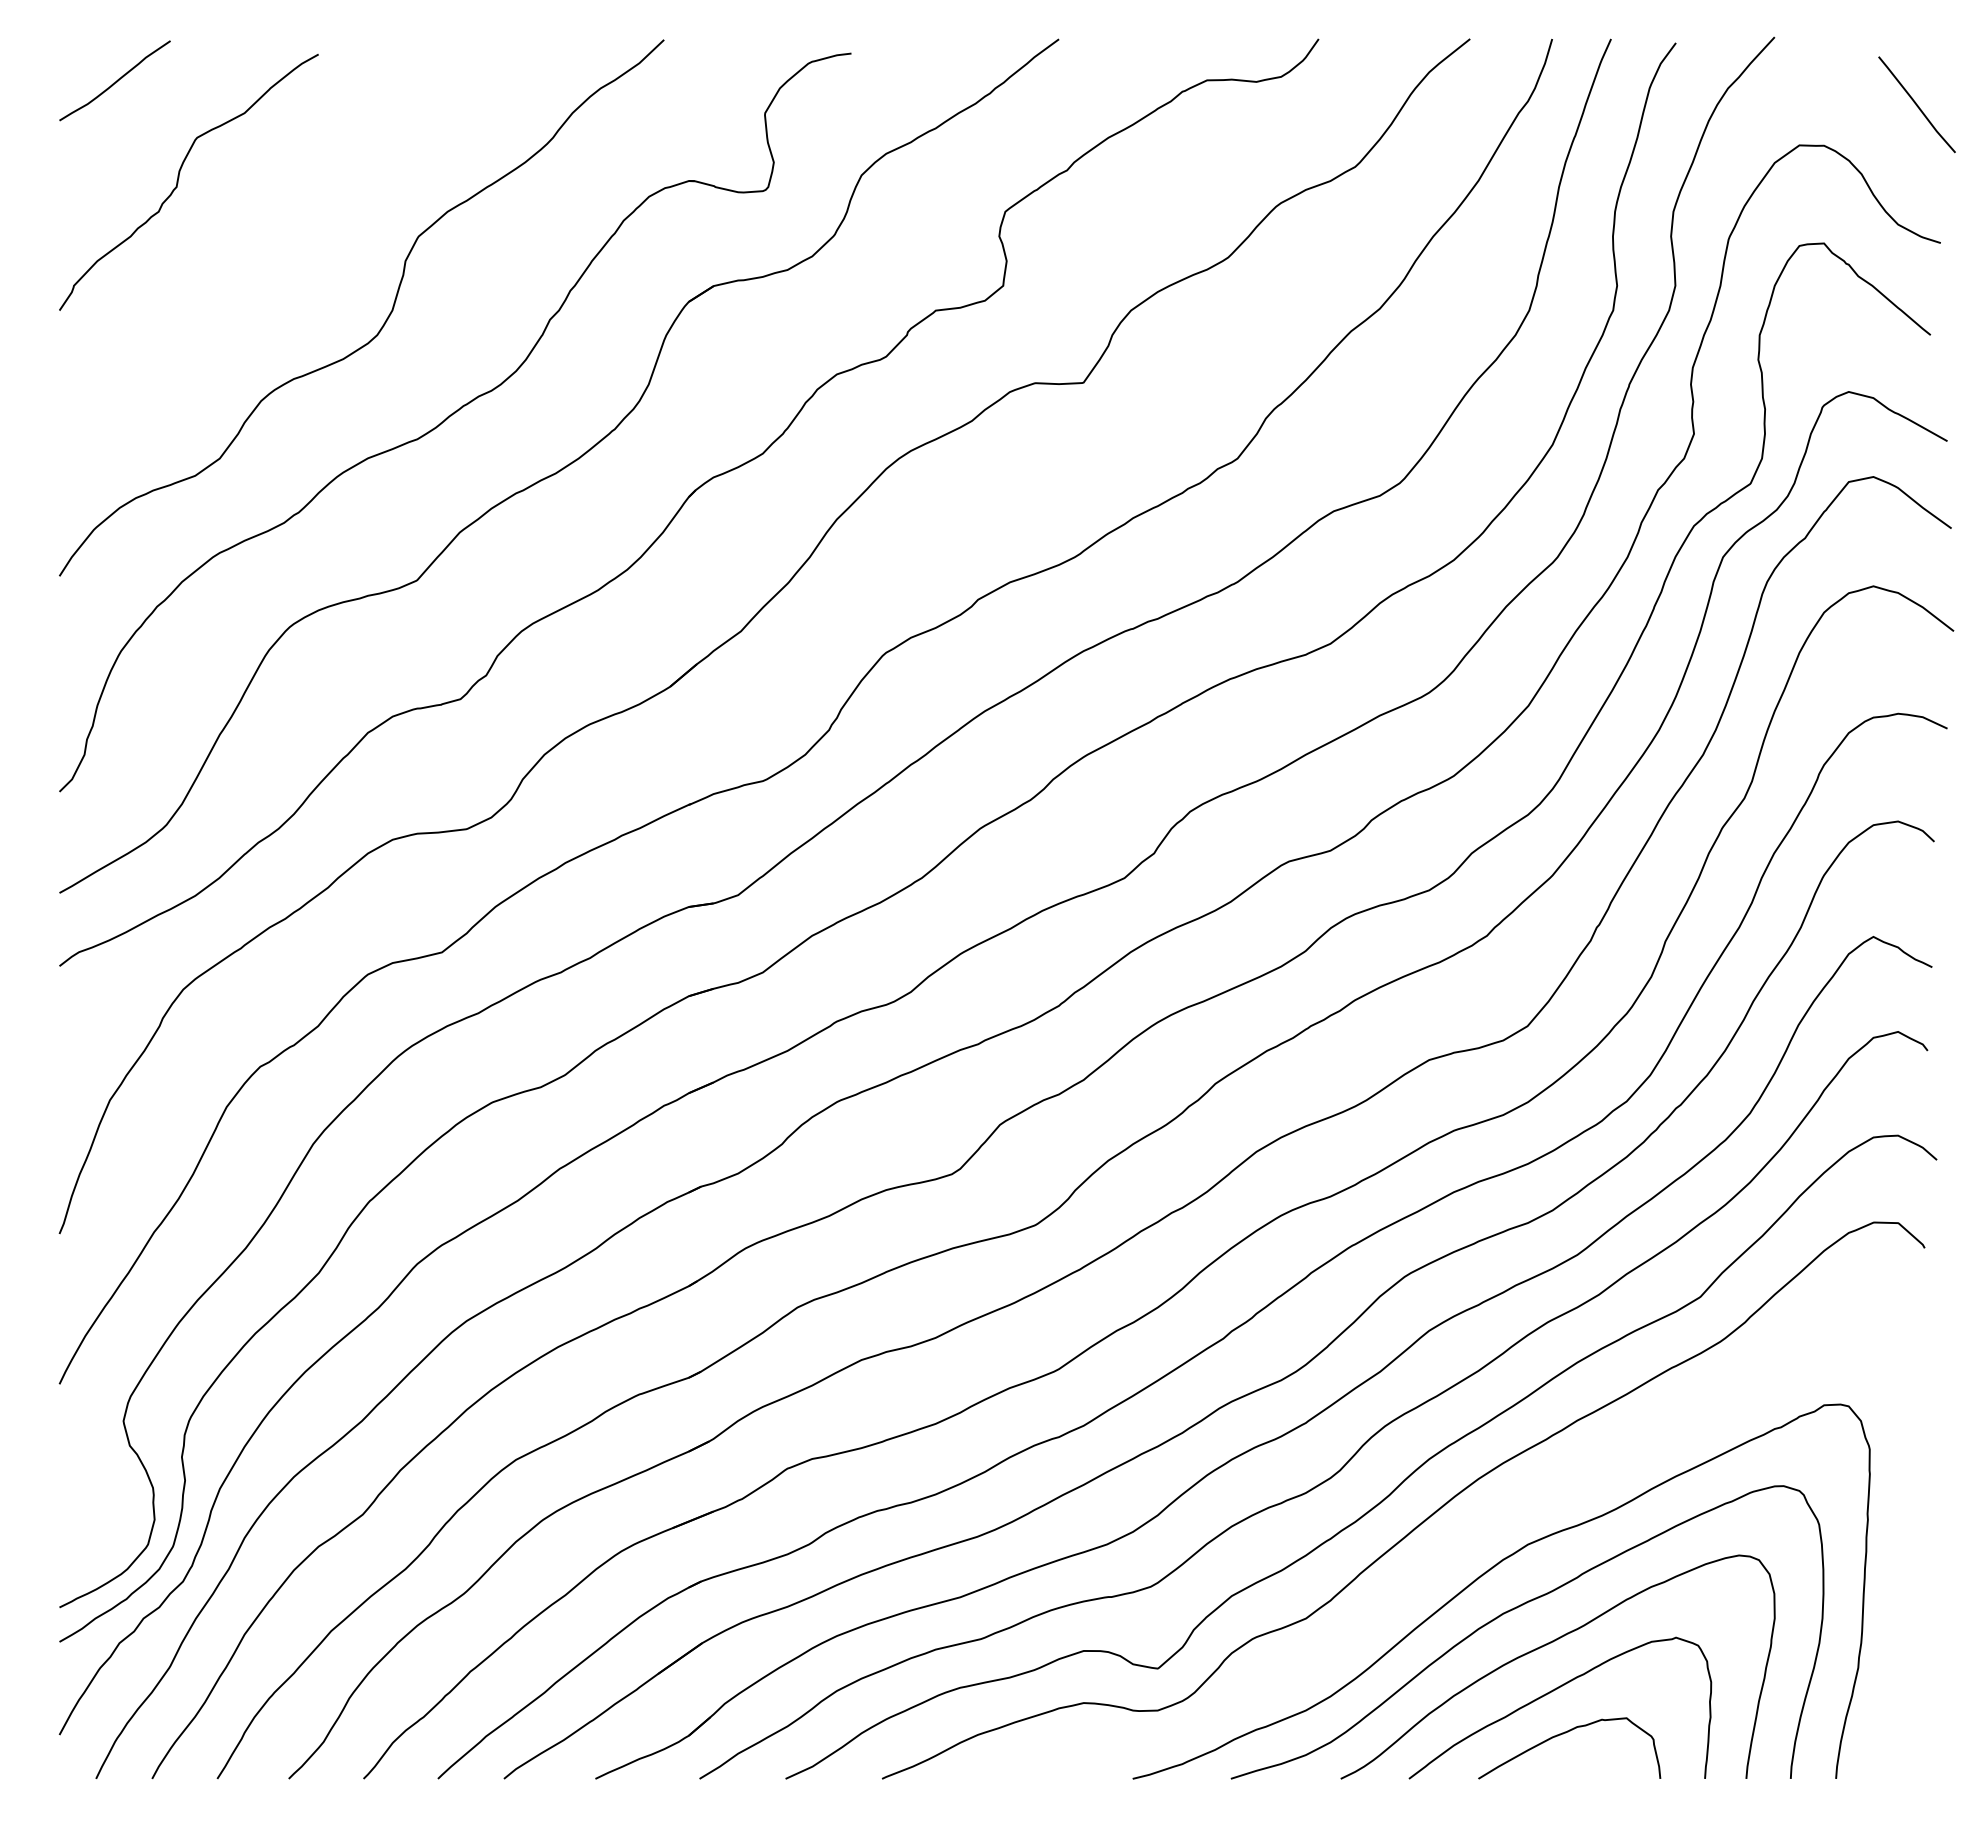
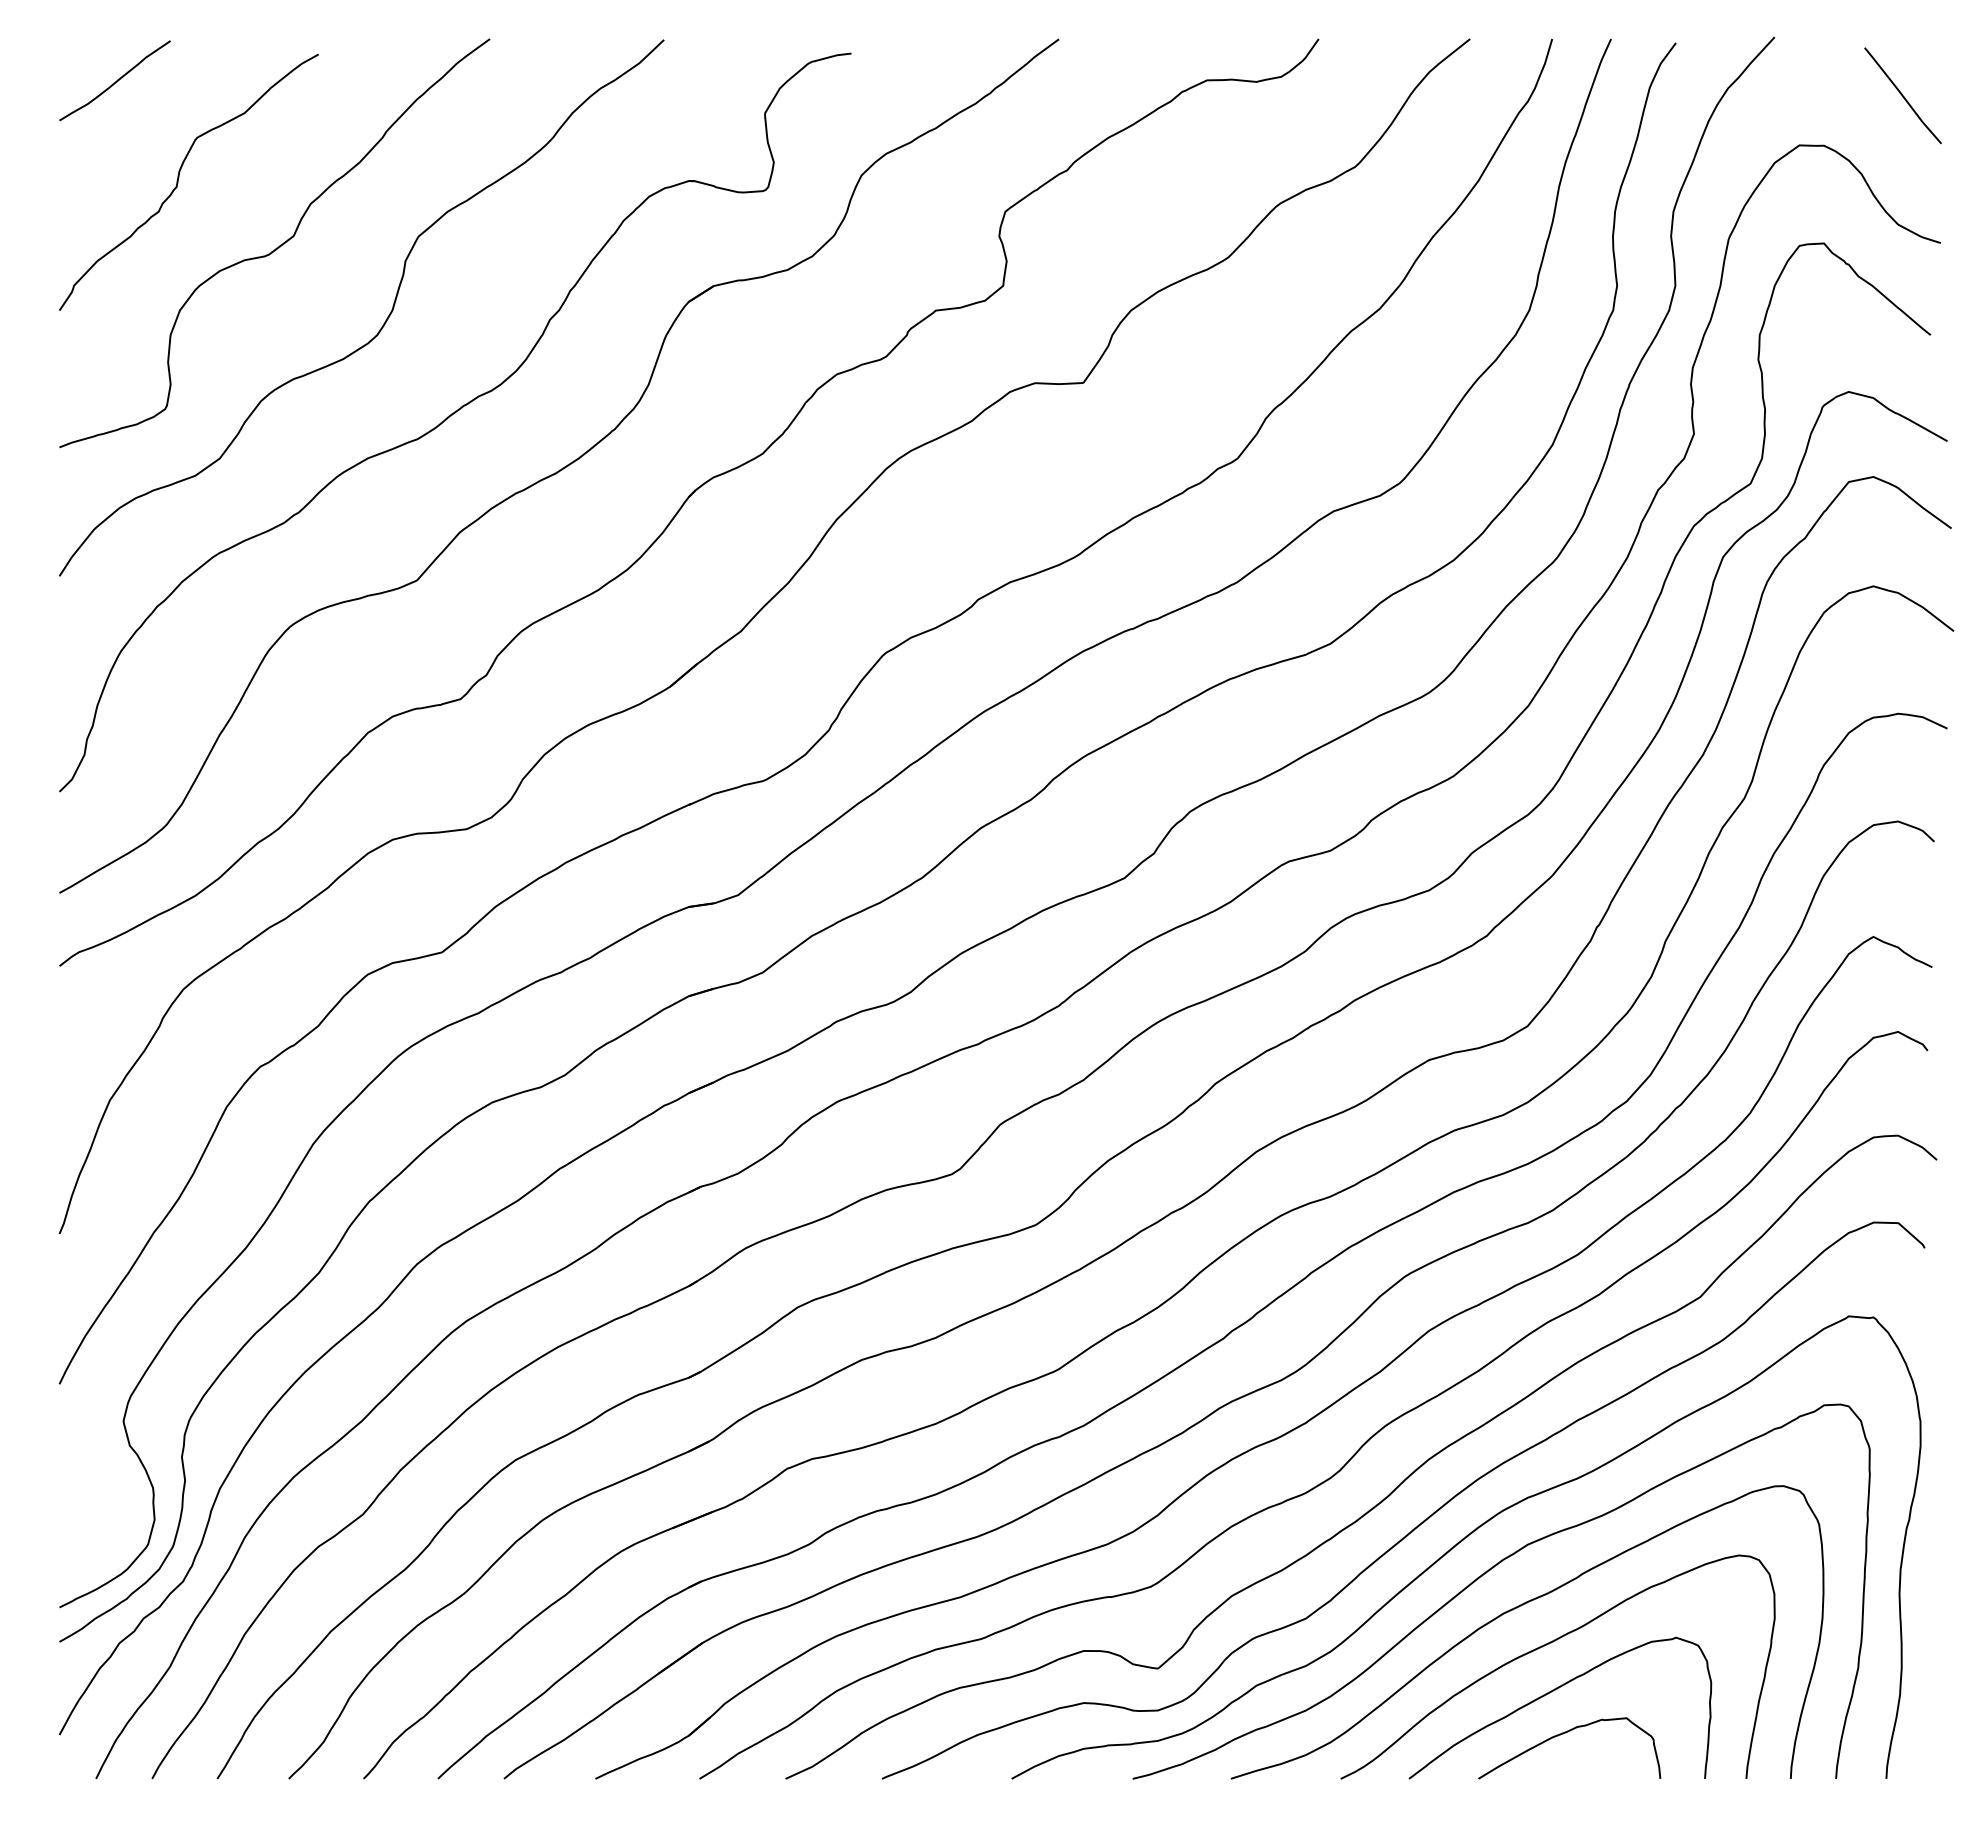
line at (1916, 104) position: (1916, 104) -> (1902, 95)
curve at (276, 247): none -> present
curve at (1461, 1542): none -> present
